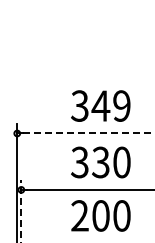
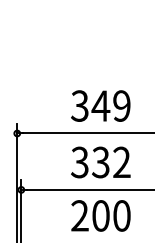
line at (88, 133): dashed -> solid
text at (121, 162): 330 -> 332
line at (21, 211): dashed -> solid
